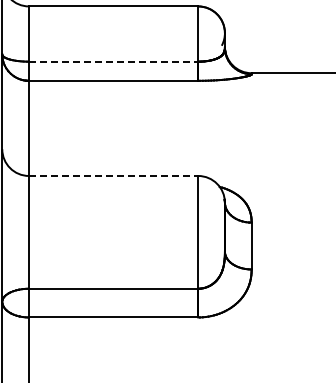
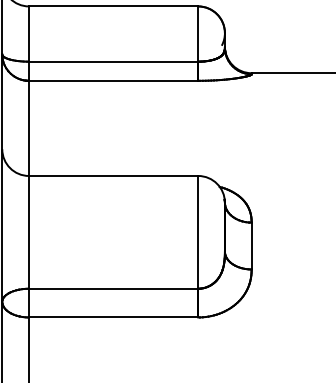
line at (113, 61): dashed -> solid
line at (113, 175): dashed -> solid
